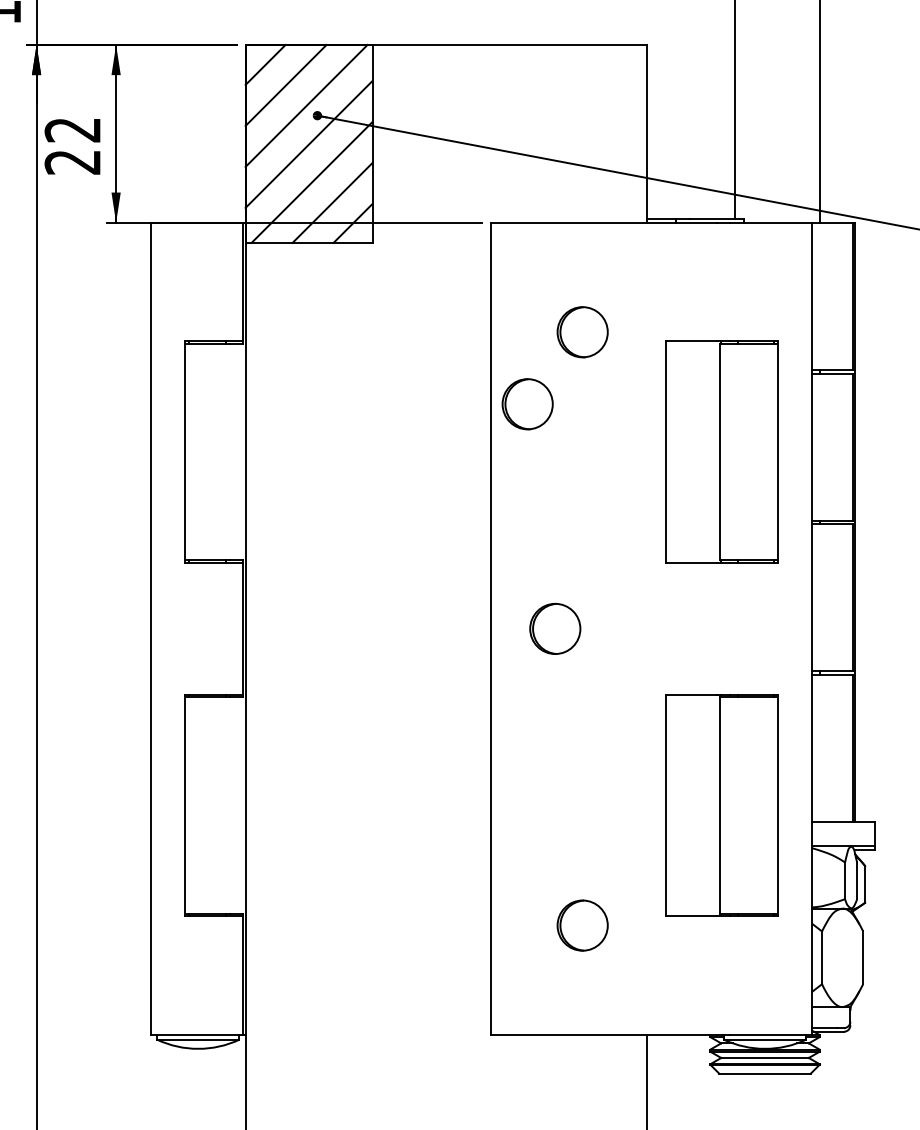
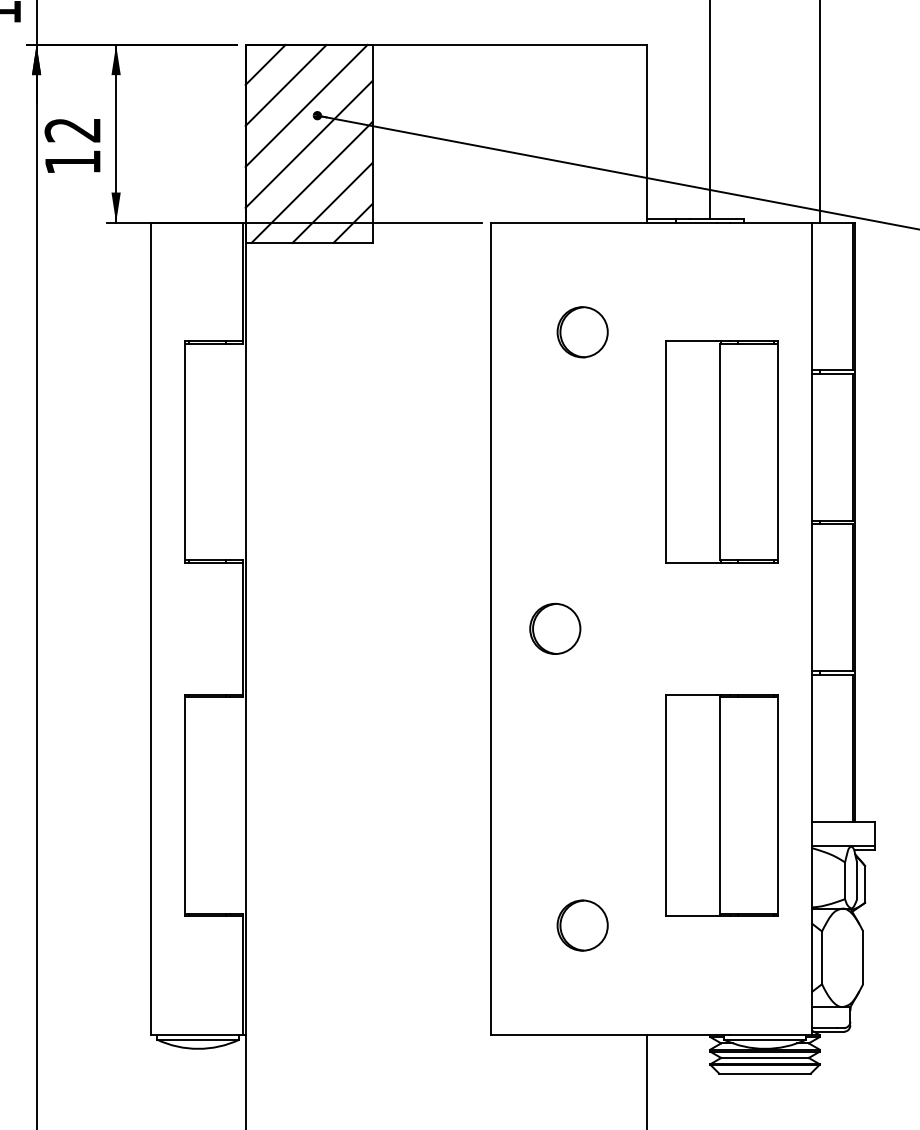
line at (735, 110) position: (735, 110) -> (710, 110)
text at (72, 162): 22 -> 12
part at (527, 404): present -> none
